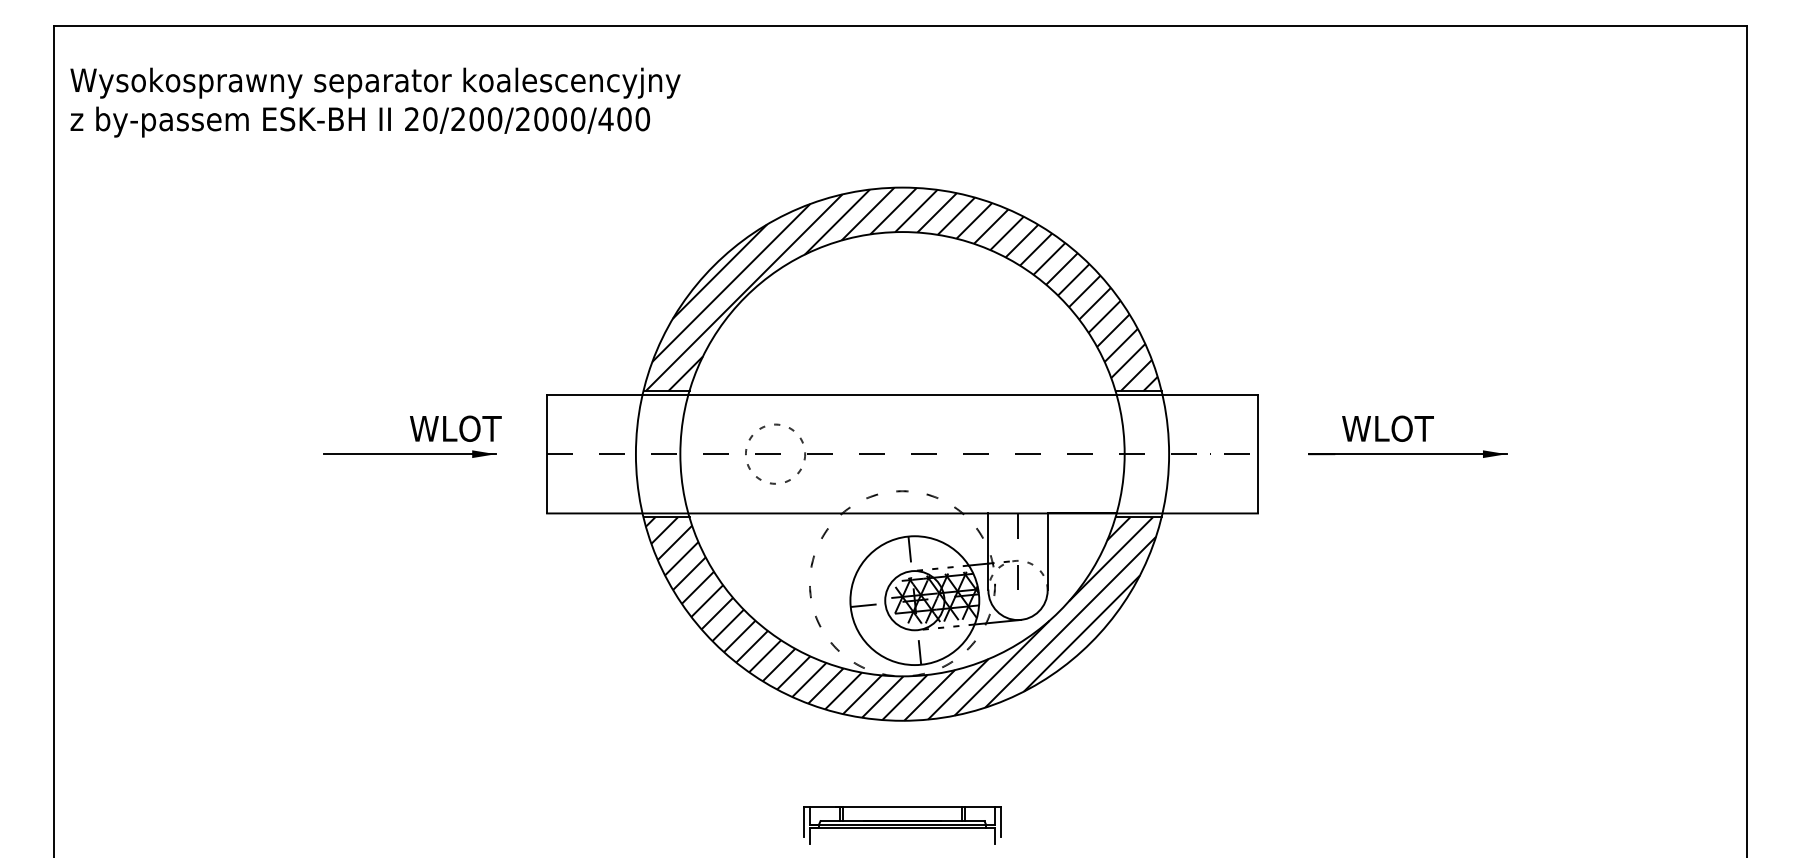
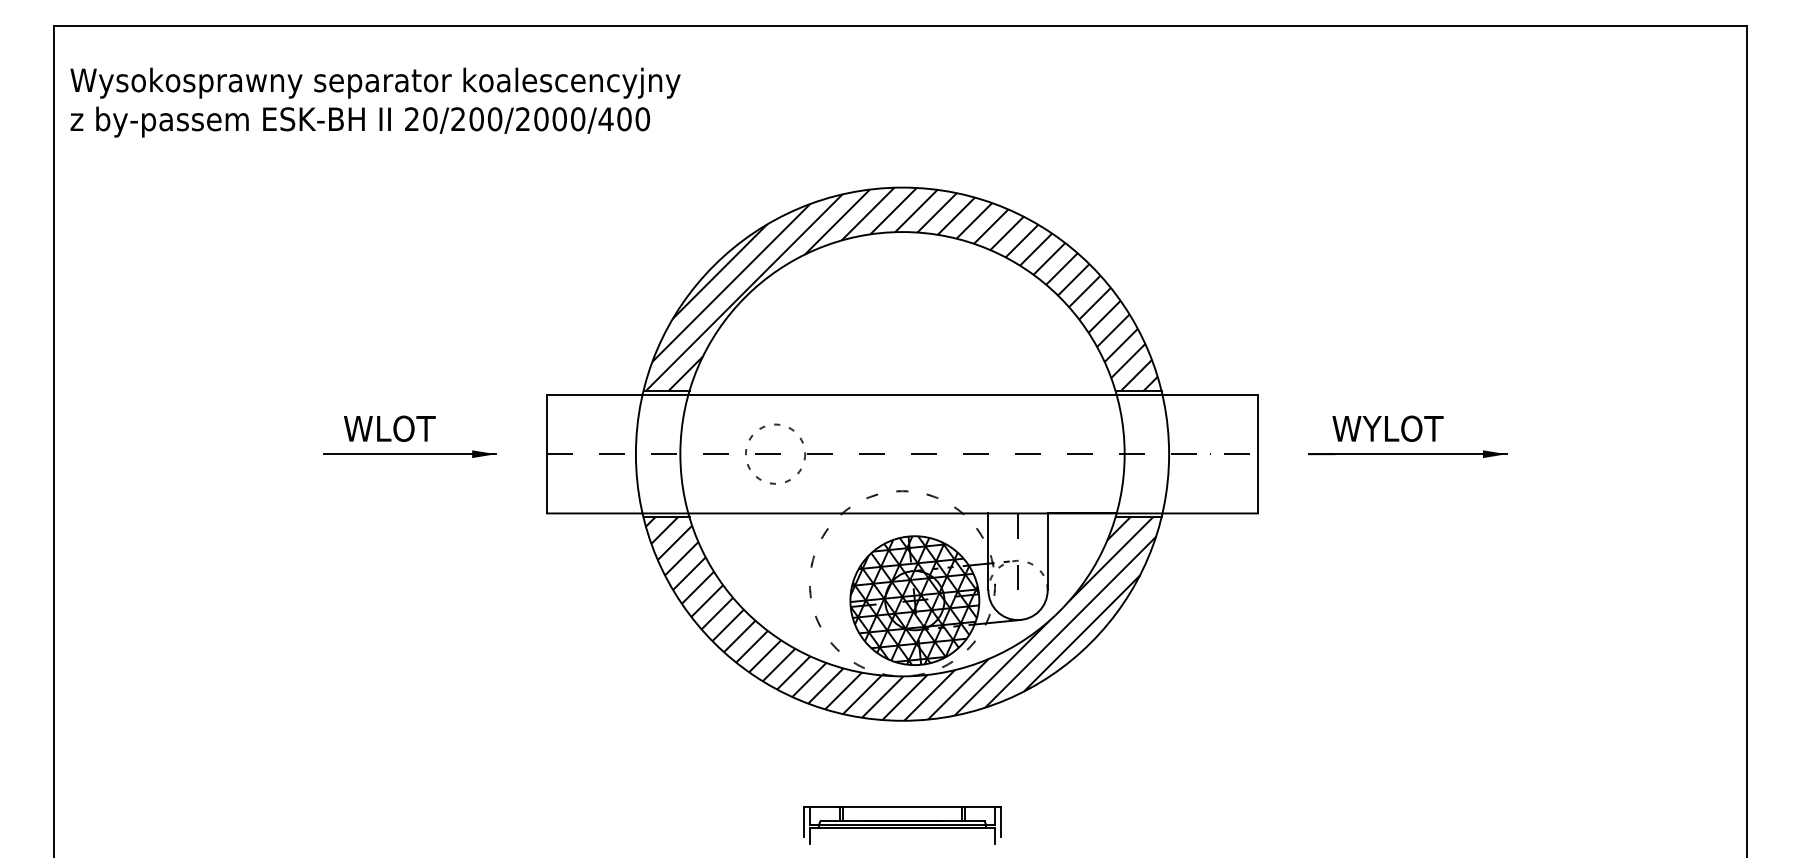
text at (455, 428) position: (455, 428) -> (389, 428)
text at (1387, 428): WLOT -> WYLOT
hatch at (912, 600): none -> present
